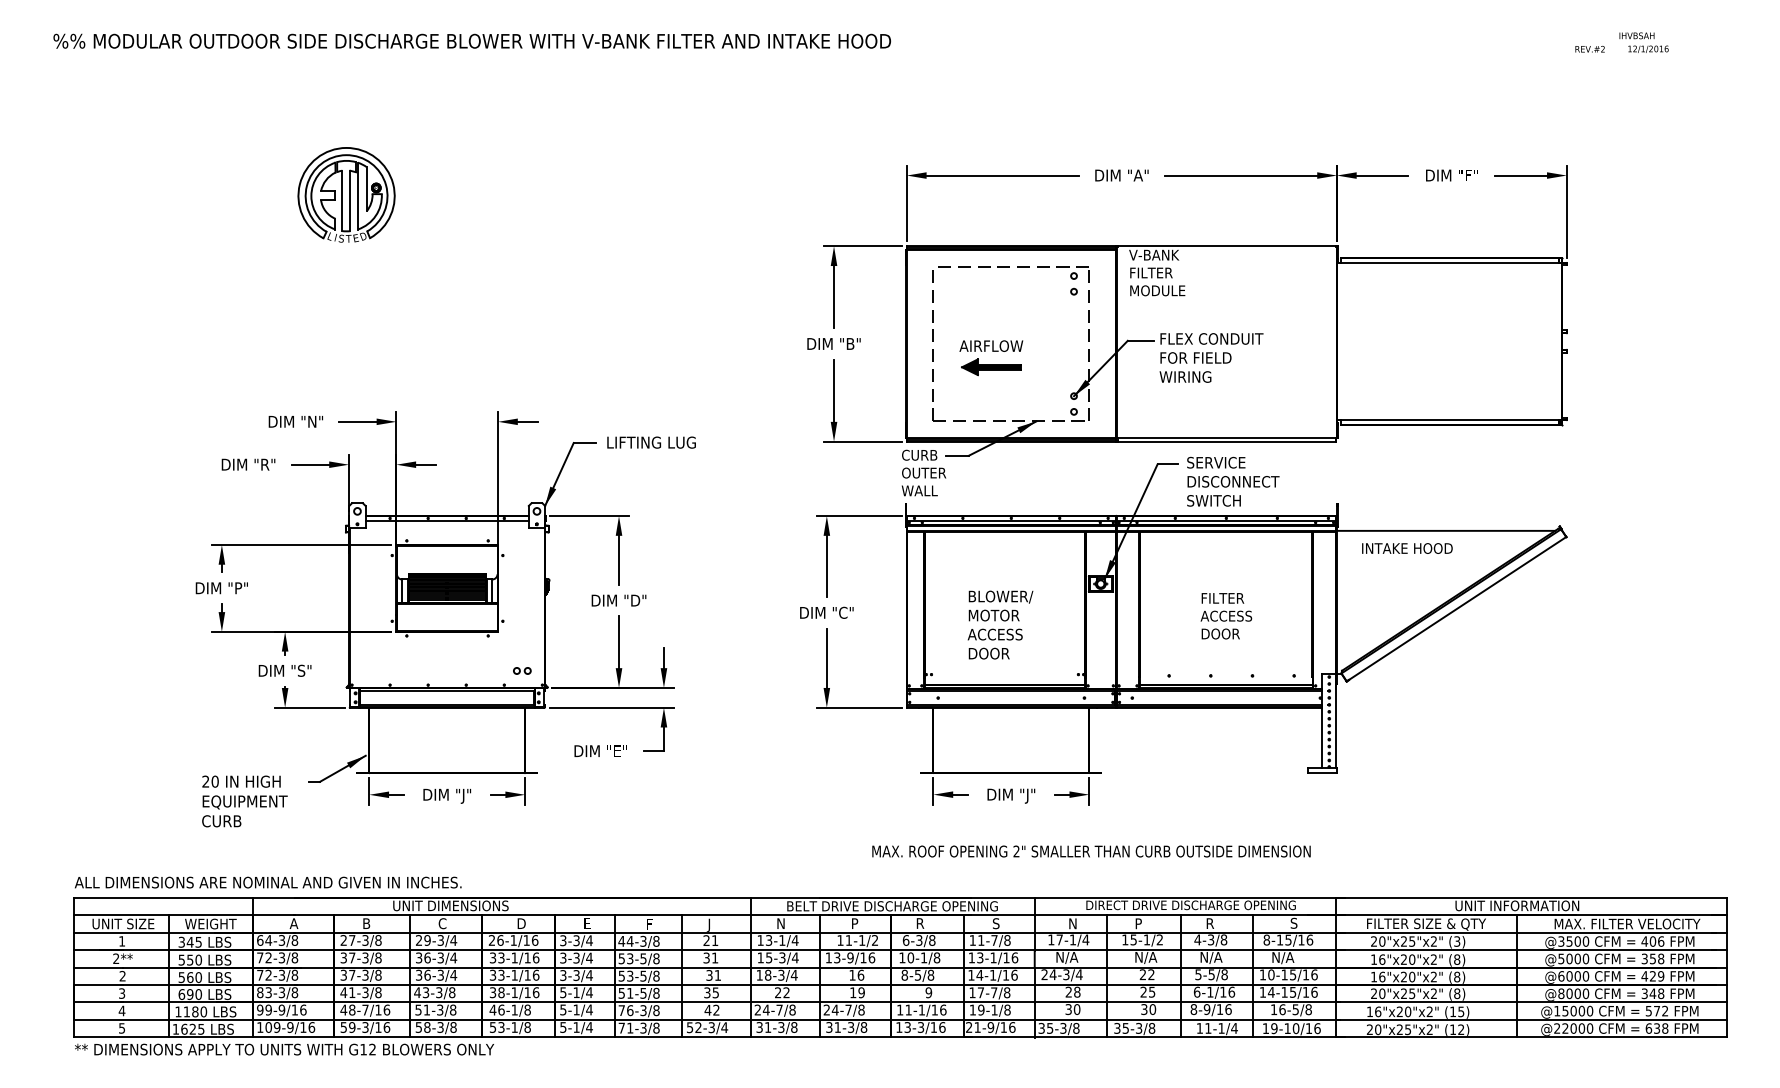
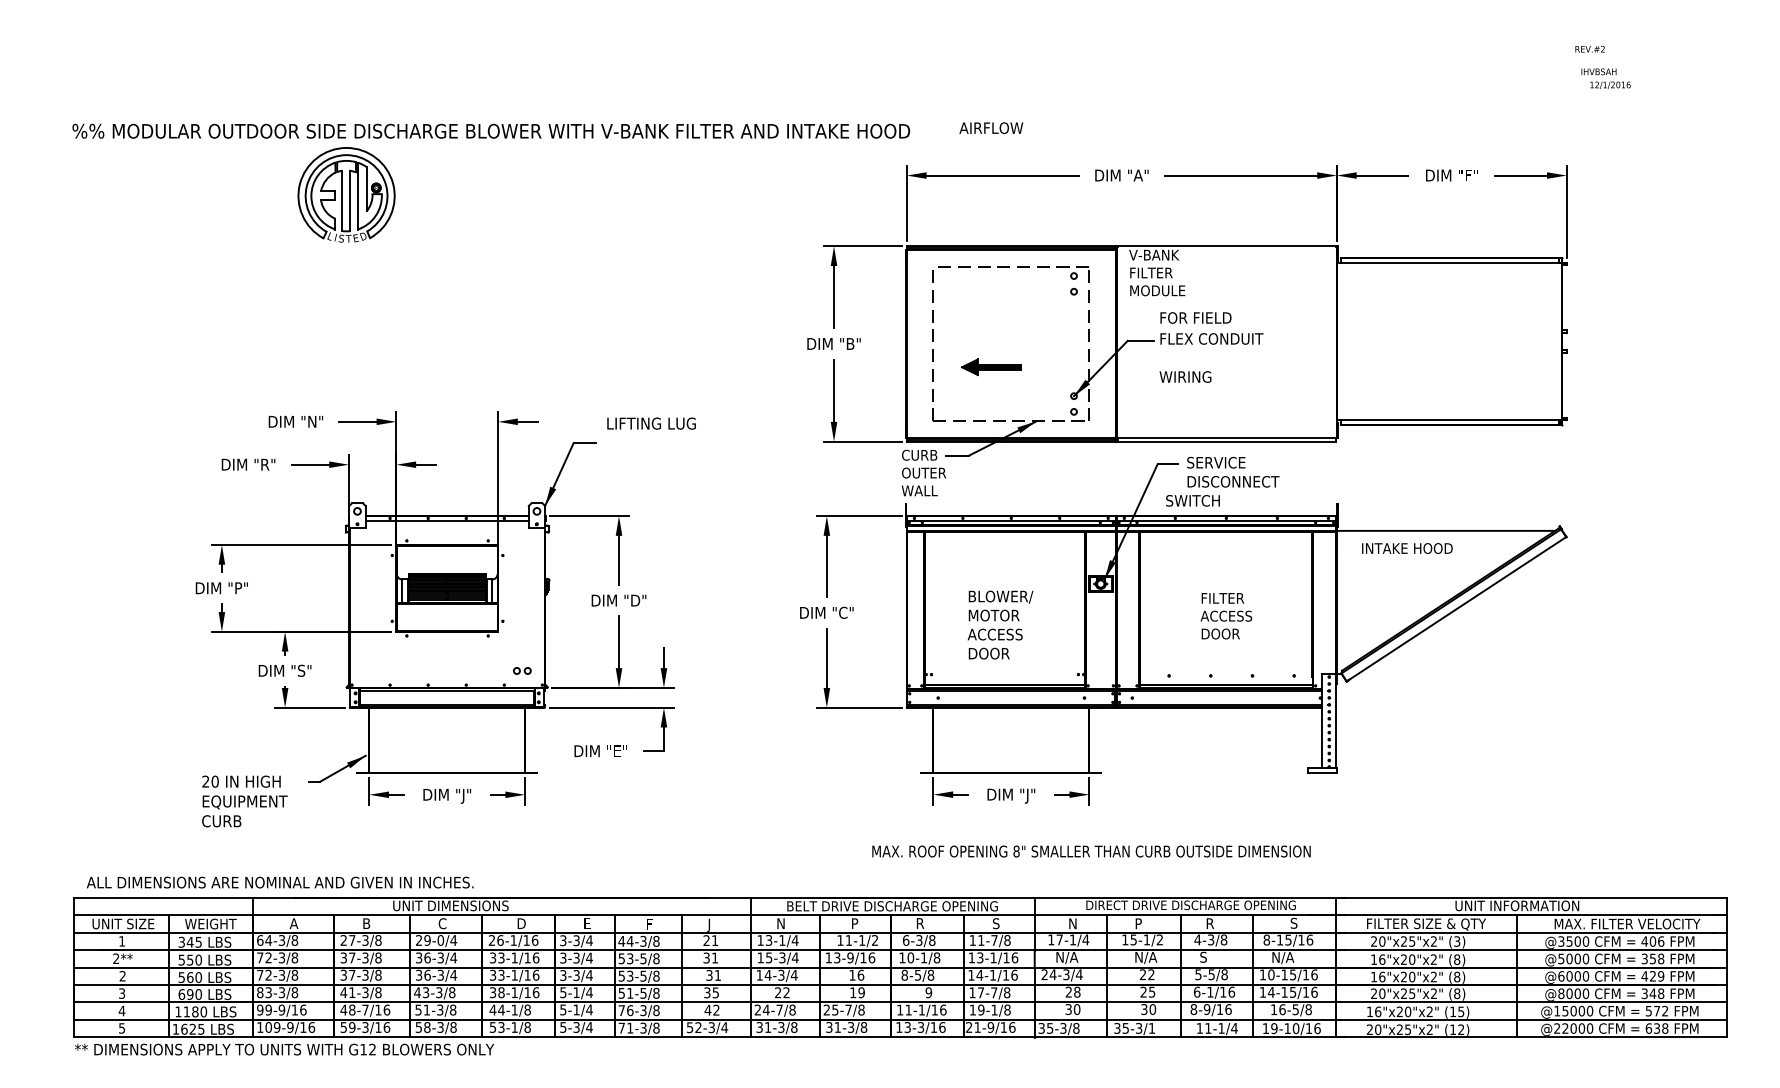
text at (471, 40) position: (471, 40) -> (490, 130)
text at (1643, 42) position: (1643, 42) -> (1605, 78)
text at (991, 345) position: (991, 345) -> (991, 127)
text at (1195, 357) position: (1195, 357) -> (1195, 317)
text at (651, 442) position: (651, 442) -> (651, 423)
text at (1213, 500) position: (1213, 500) -> (1192, 500)
text at (1016, 851): 2" -> 8"
text at (268, 882) position: (268, 882) -> (280, 882)
text at (440, 940): 29-3/4 -> 29-0/4
text at (1211, 957): N/A -> S
text at (767, 974): 18-3/4 -> 14-3/4
text at (501, 1009): 46-1/8 -> 44-1/8
text at (834, 1009): 24-7/8 -> 25-7/8
text at (576, 1027): 5-1/4 -> 5-3/4
text at (1151, 1028): 35-3/8 -> 35-3/1
